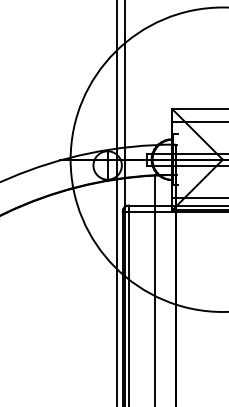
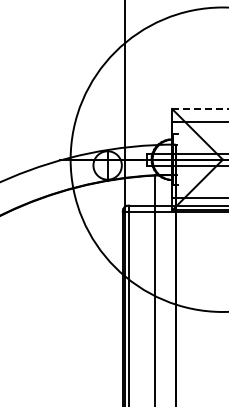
line at (201, 109): solid -> dashed
line at (117, 202): present -> none
